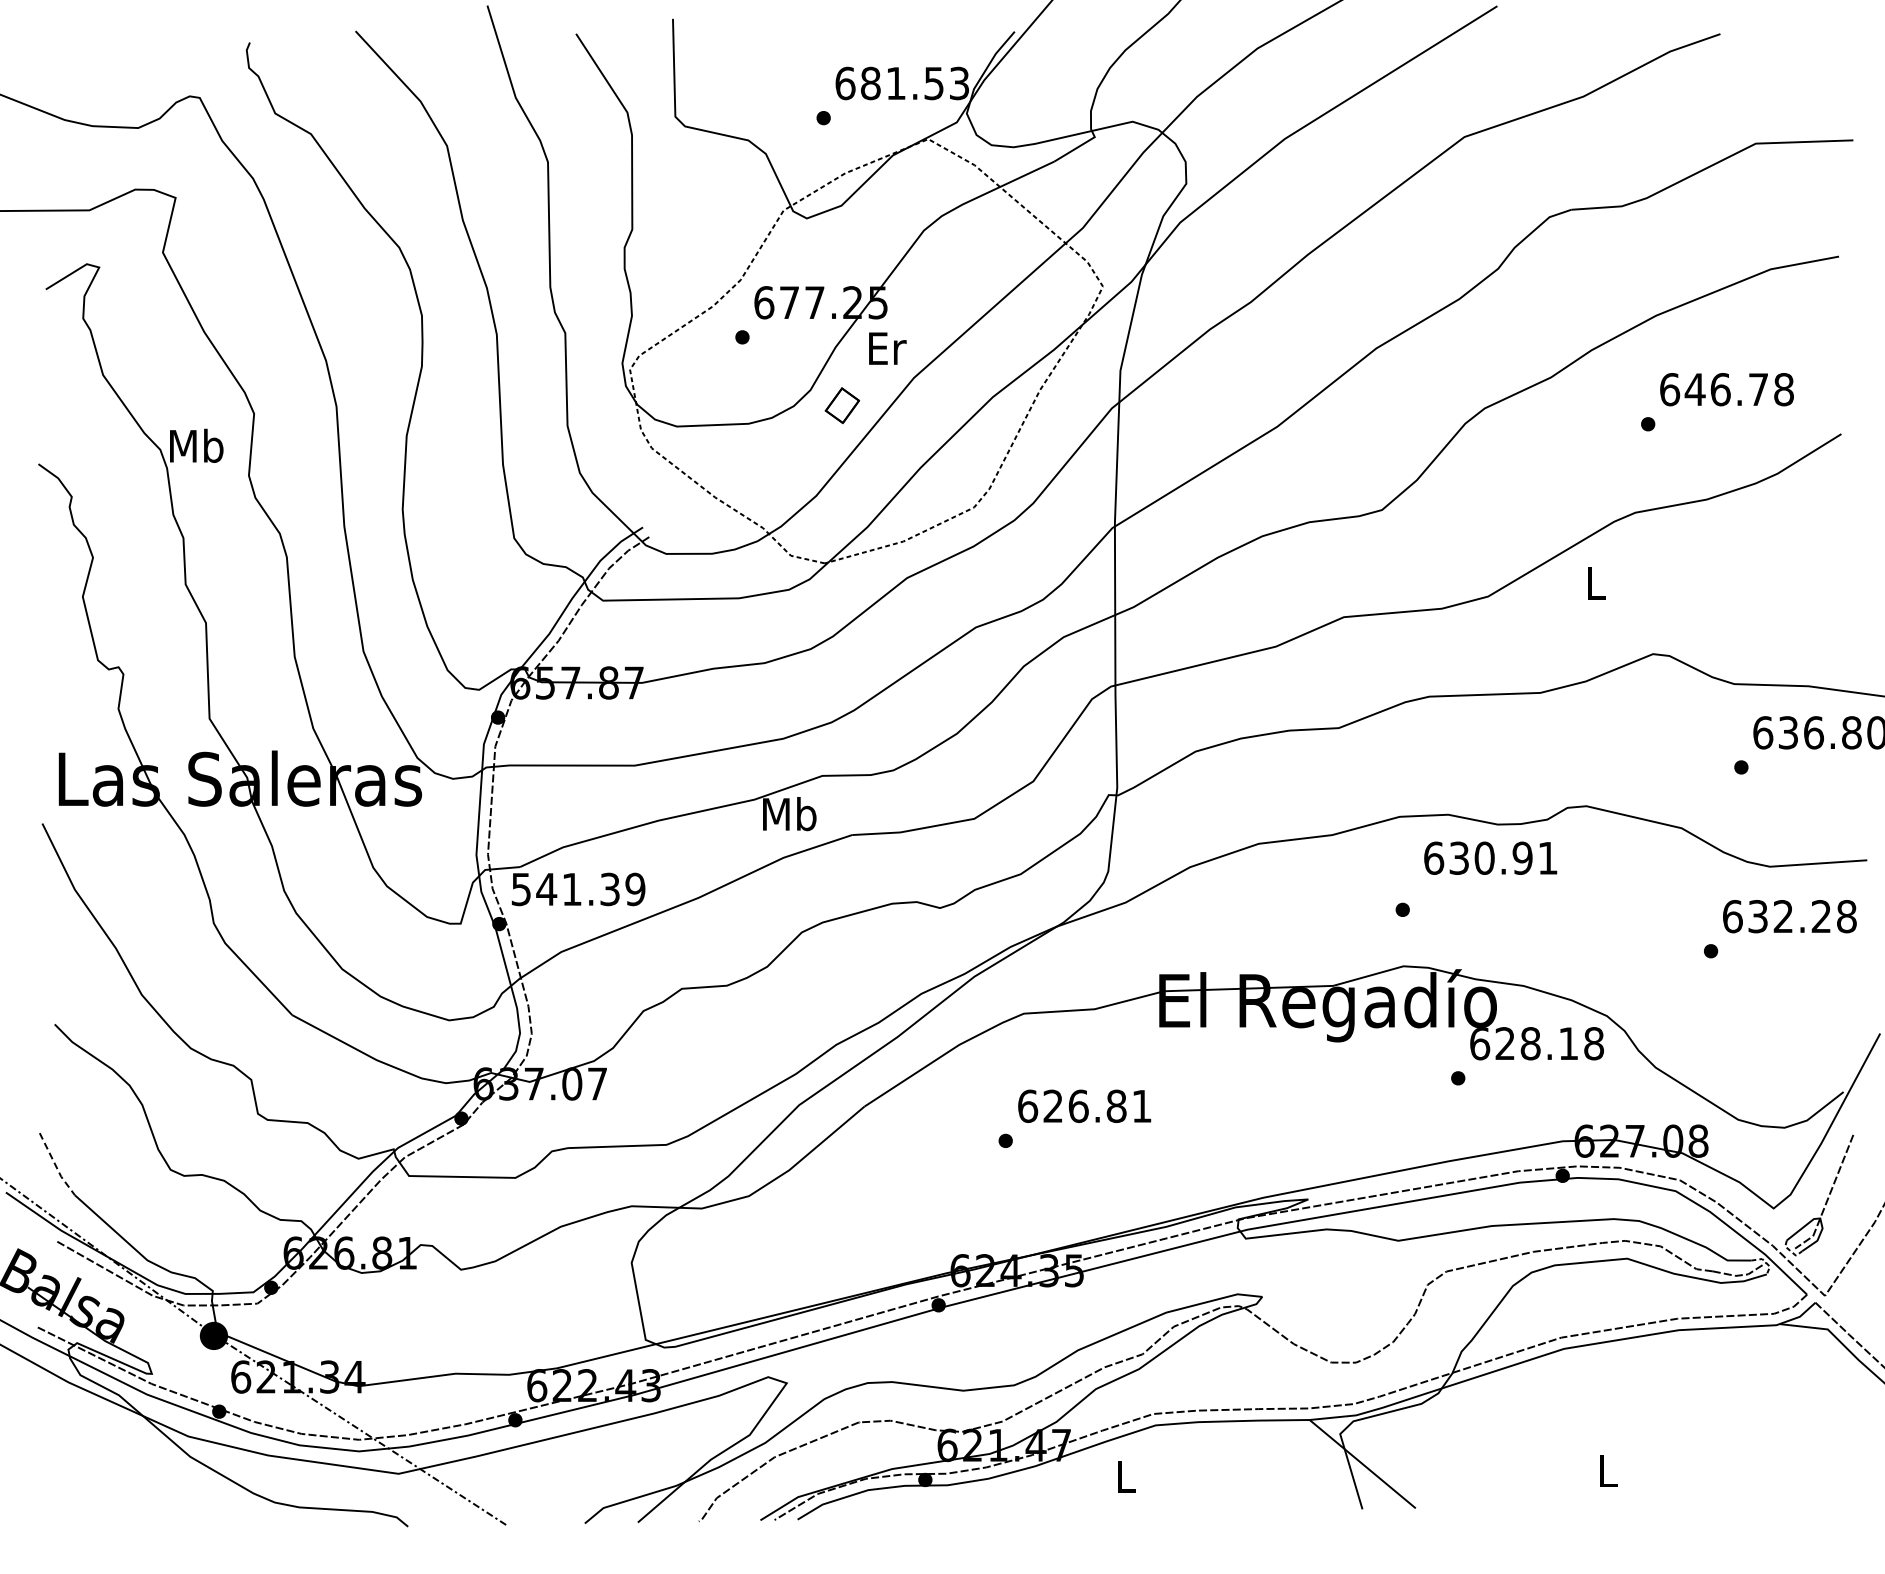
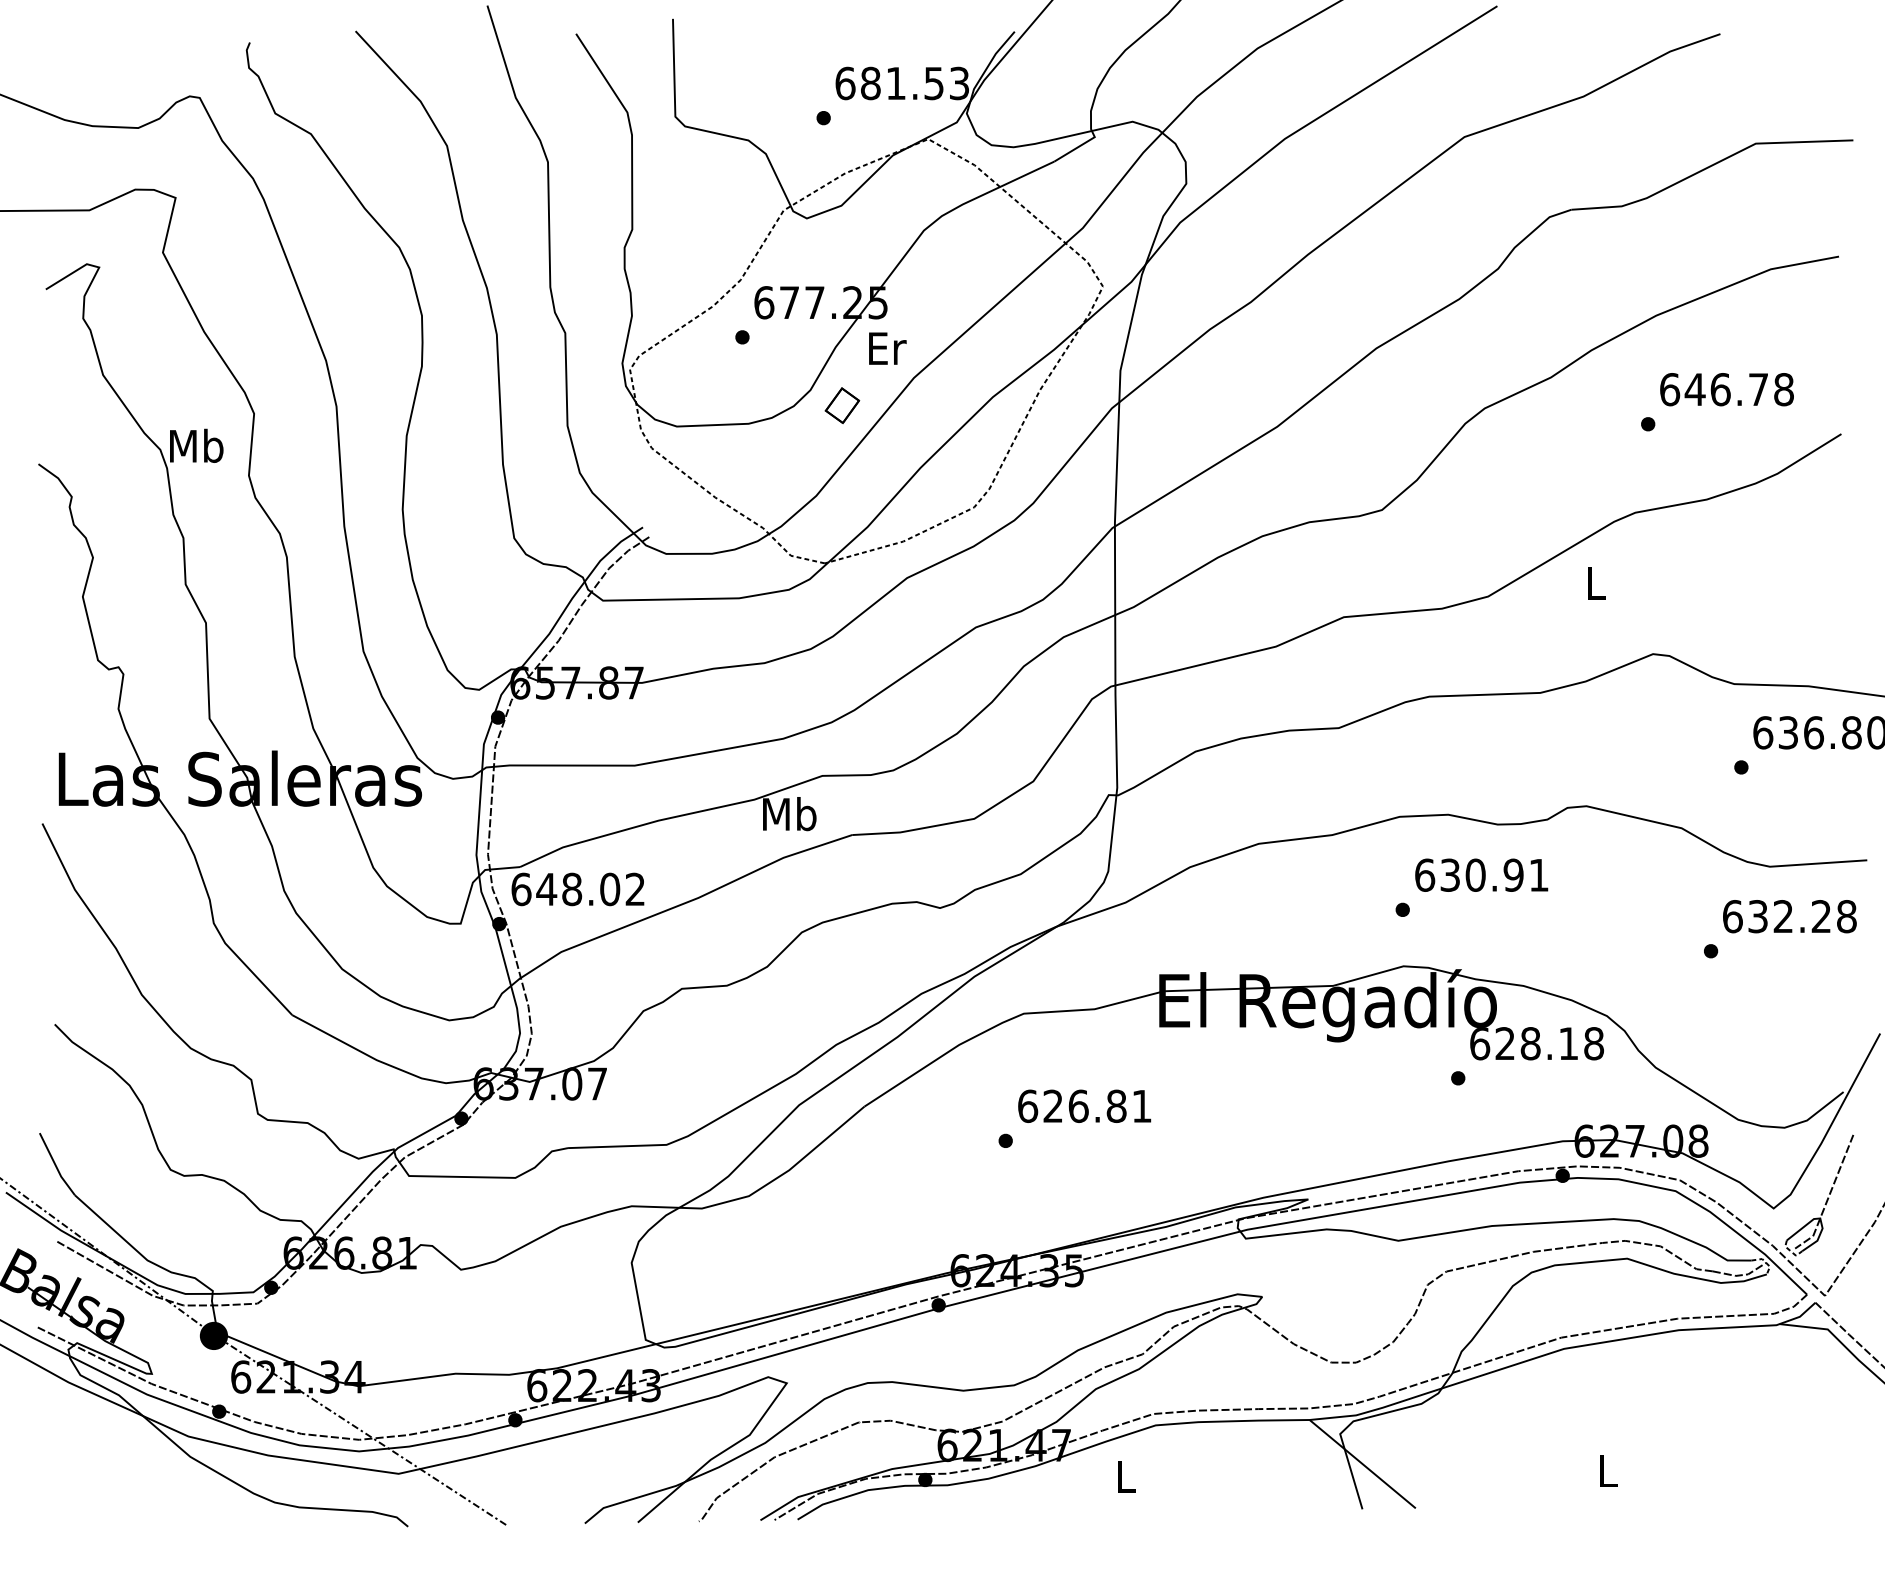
text at (1490, 857) position: (1490, 857) -> (1481, 874)
text at (578, 889): 541.39 -> 648.02
line at (55, 1166): dashed -> solid
